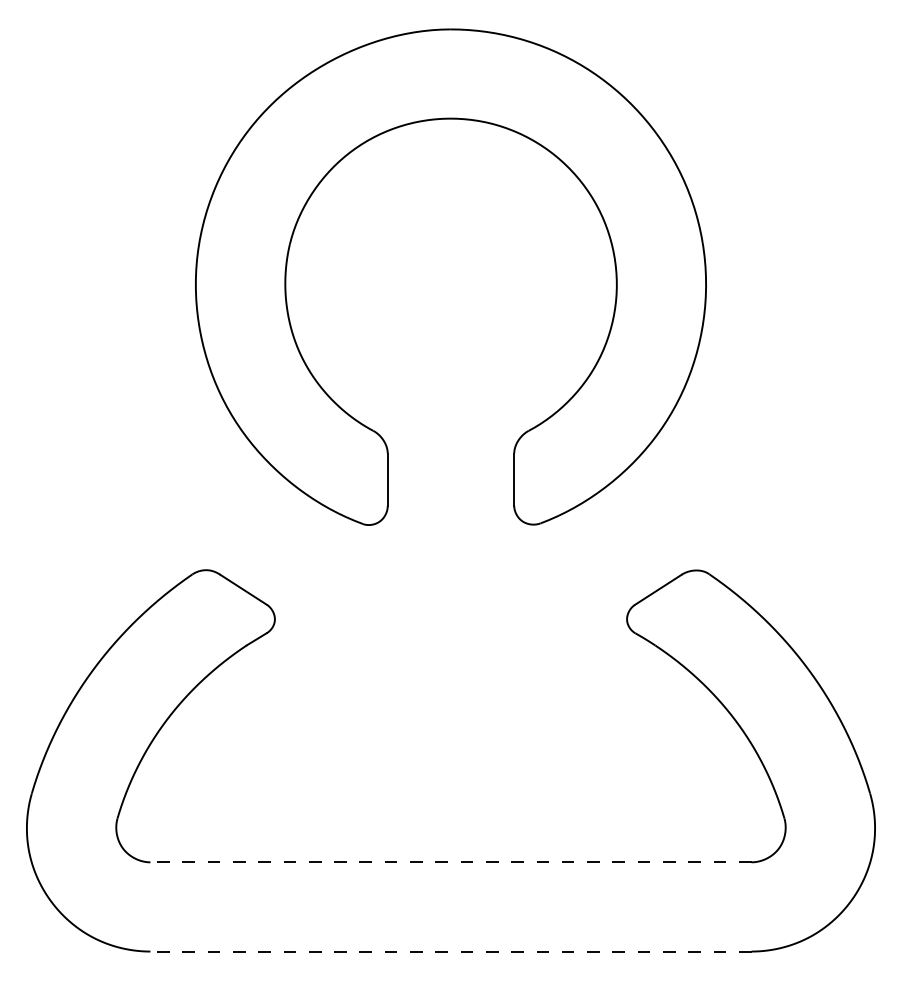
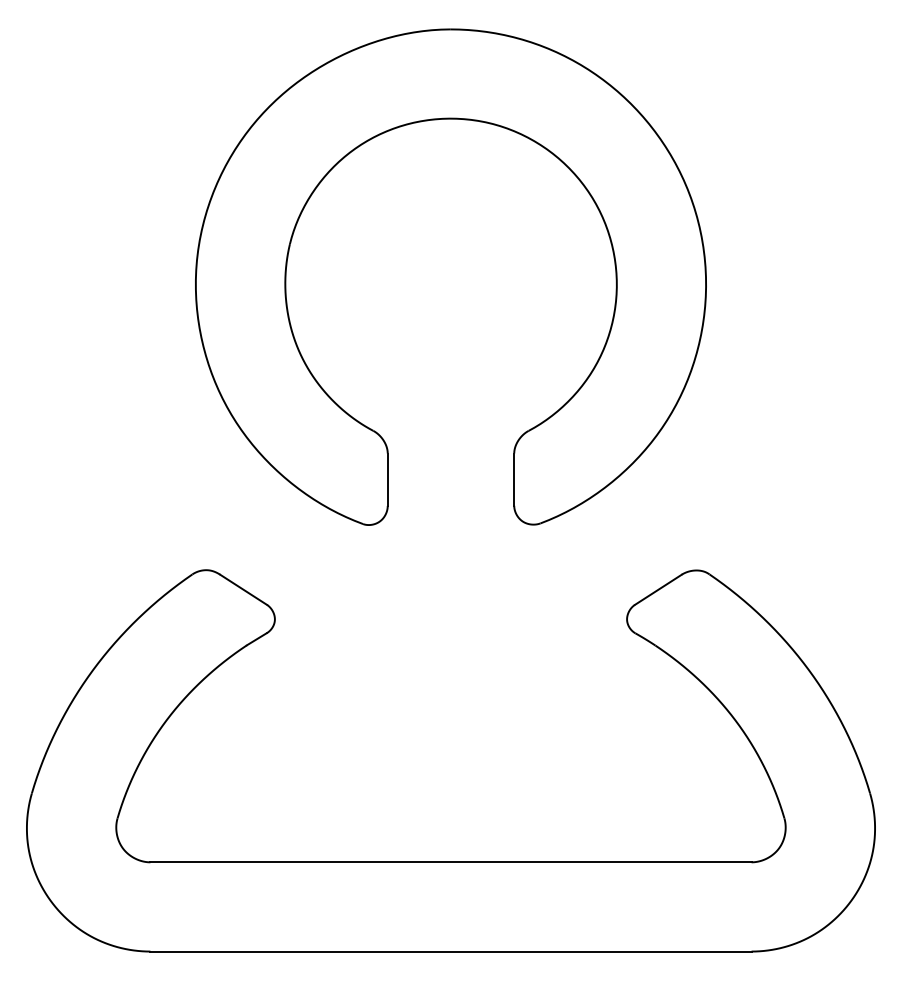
line at (450, 862): dashed -> solid
line at (450, 951): dashed -> solid
